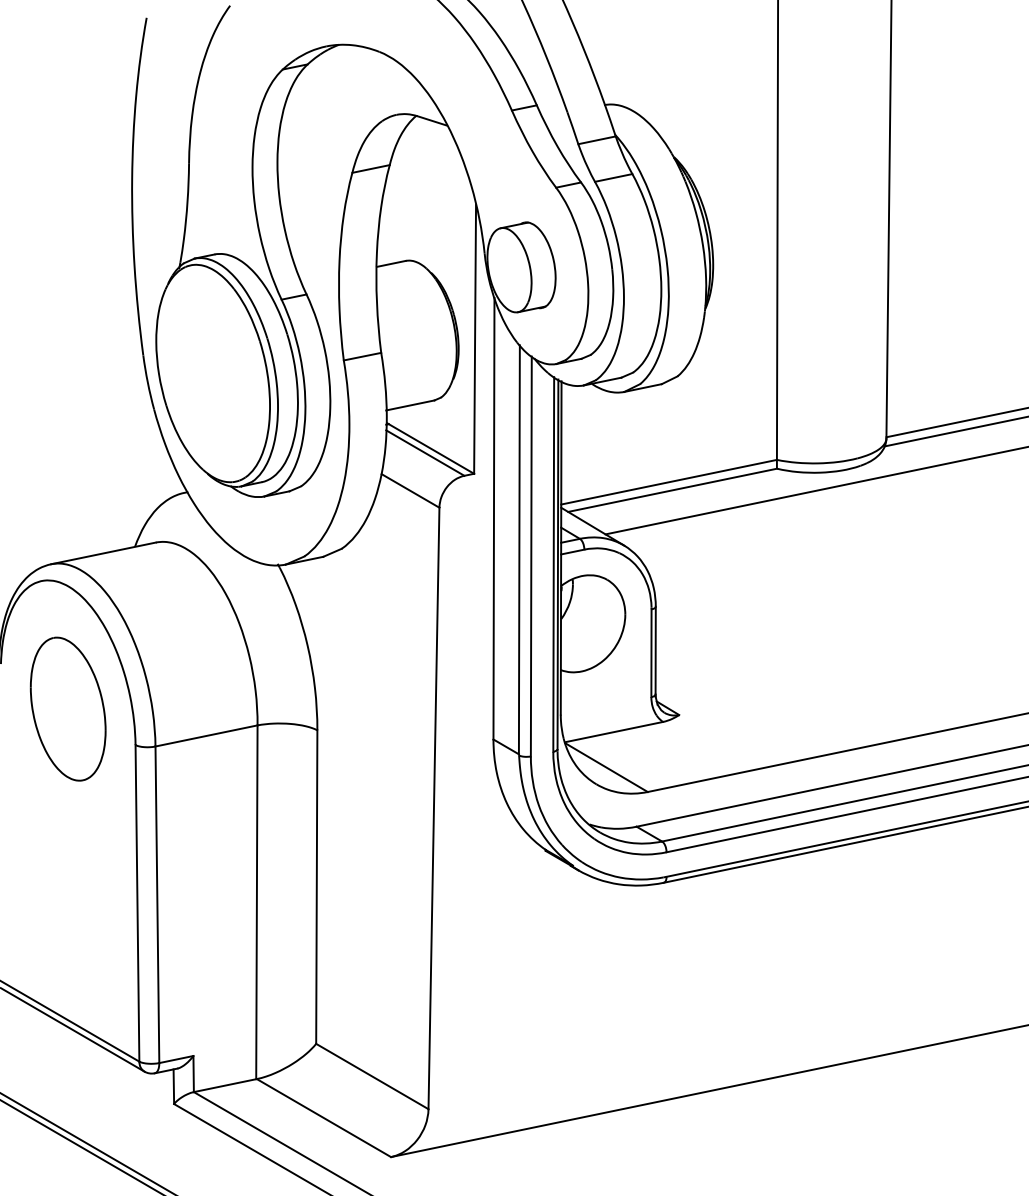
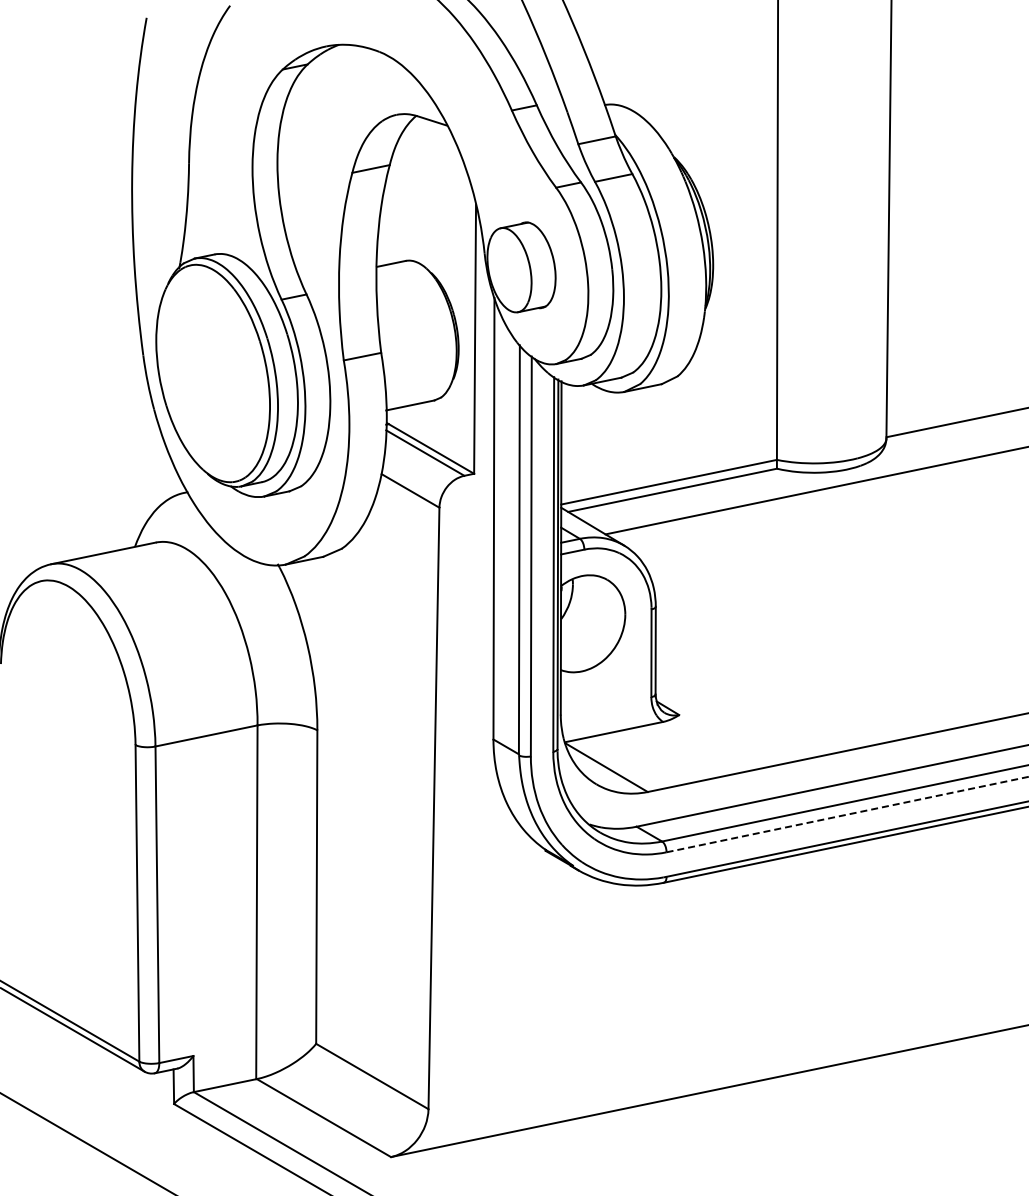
line at (954, 431): present -> none
part at (67, 708): present -> none
line at (847, 814): solid -> dashed
line at (80, 1146): present -> none
